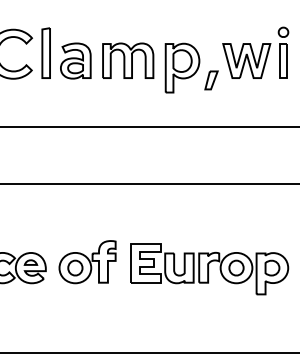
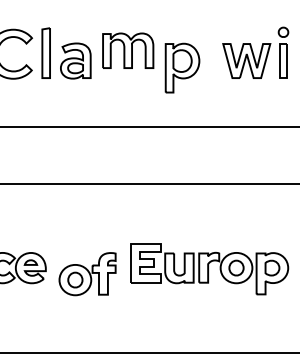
part at (128, 60) position: (128, 60) -> (128, 50)
part at (211, 80): present -> none
part at (87, 262) position: (87, 262) -> (87, 274)
